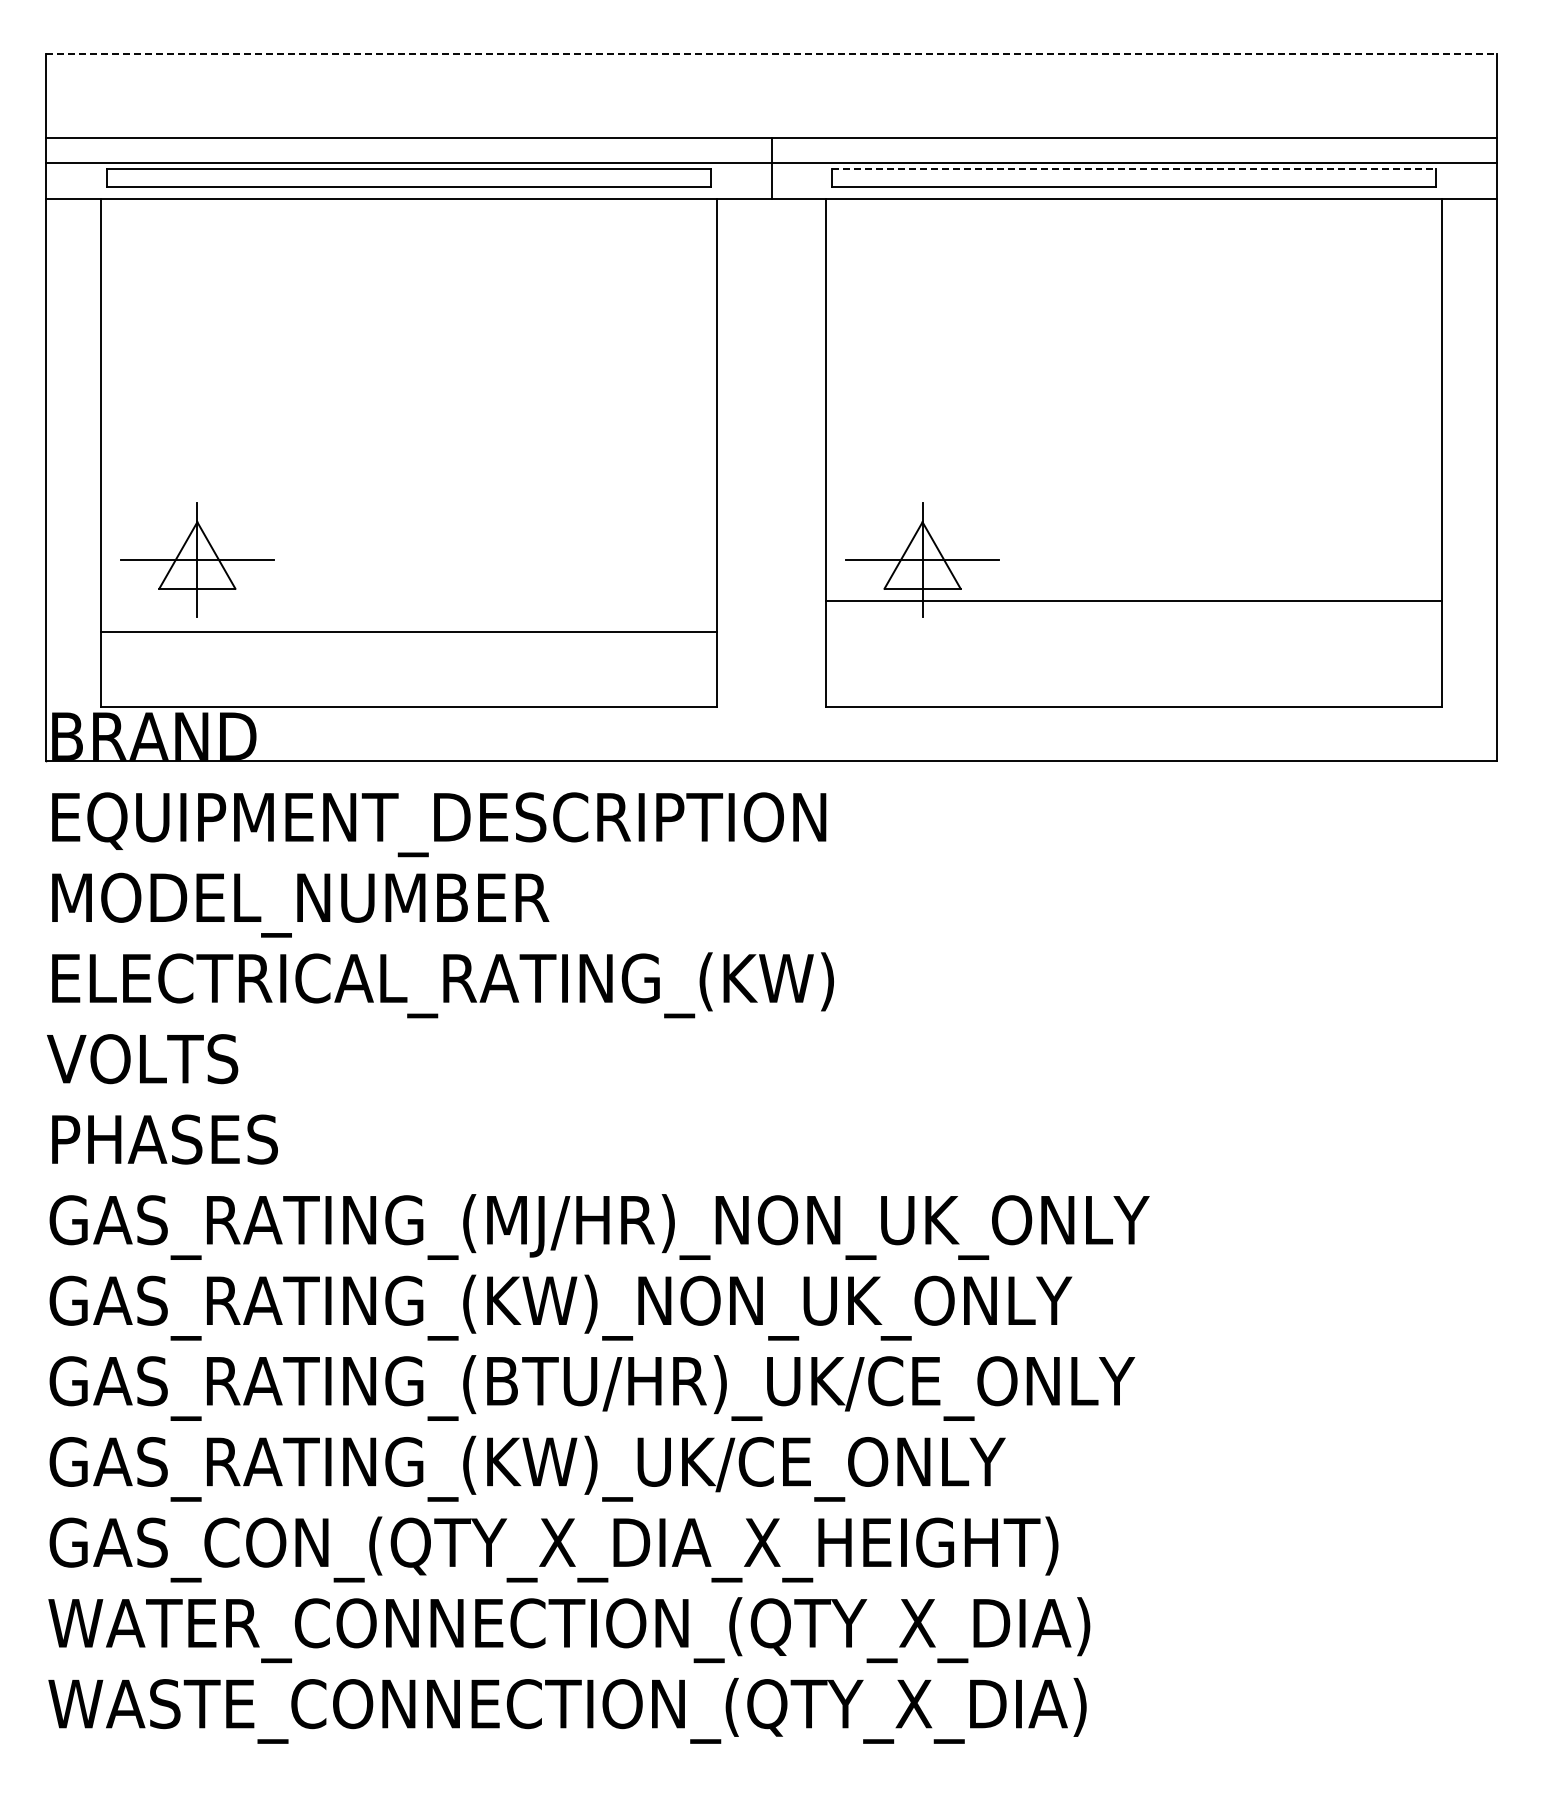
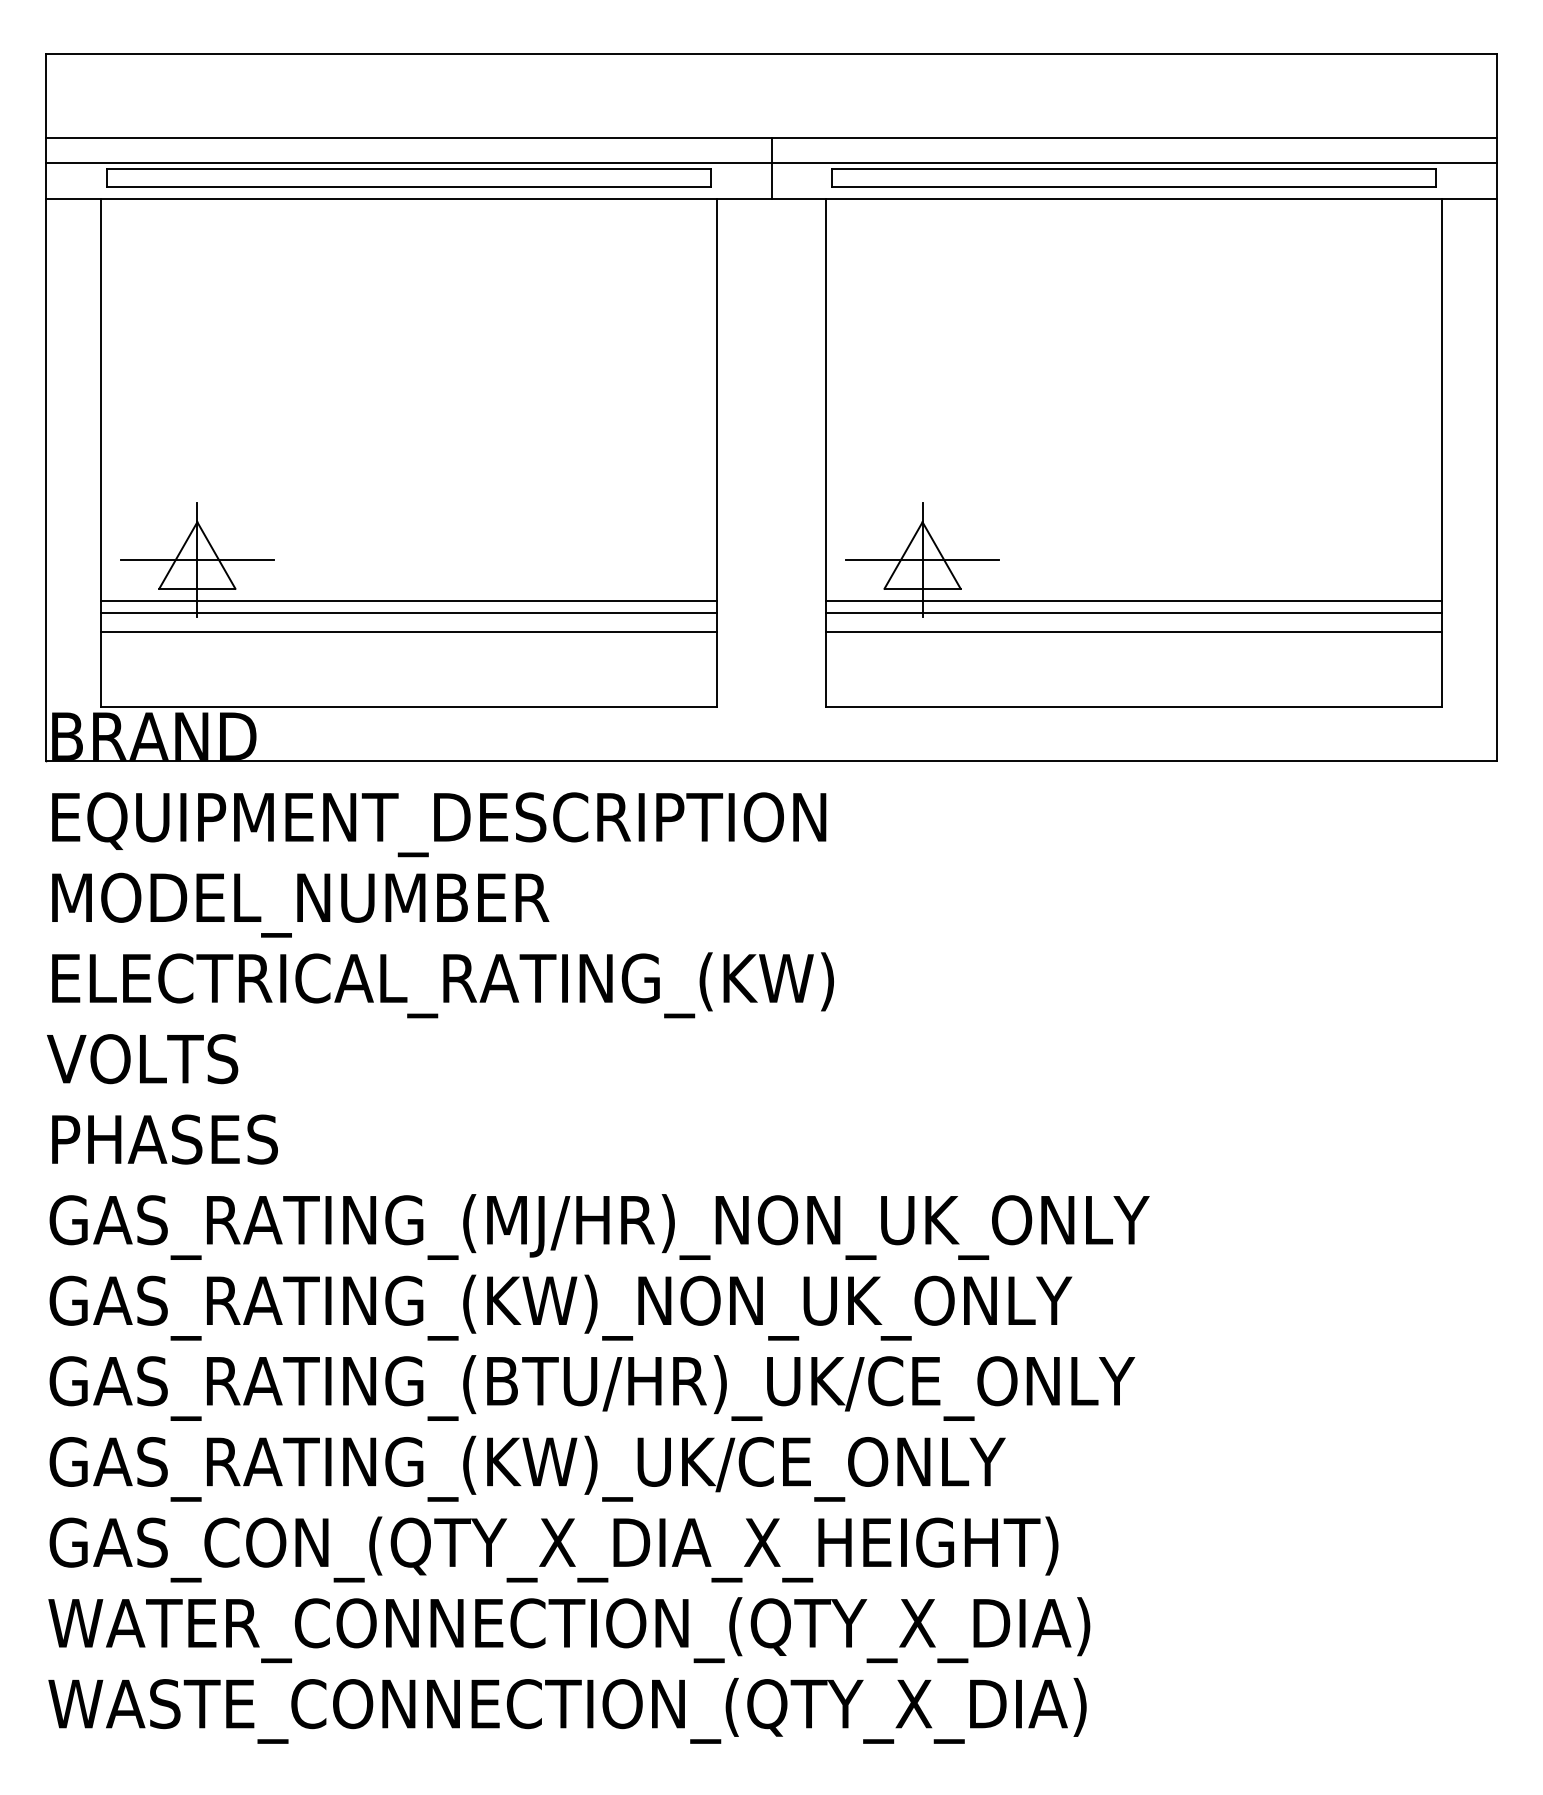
line at (771, 53): dashed -> solid
line at (1134, 168): dashed -> solid
line at (408, 601): none -> present
line at (408, 613): none -> present
line at (1133, 613): none -> present
line at (1133, 631): none -> present
